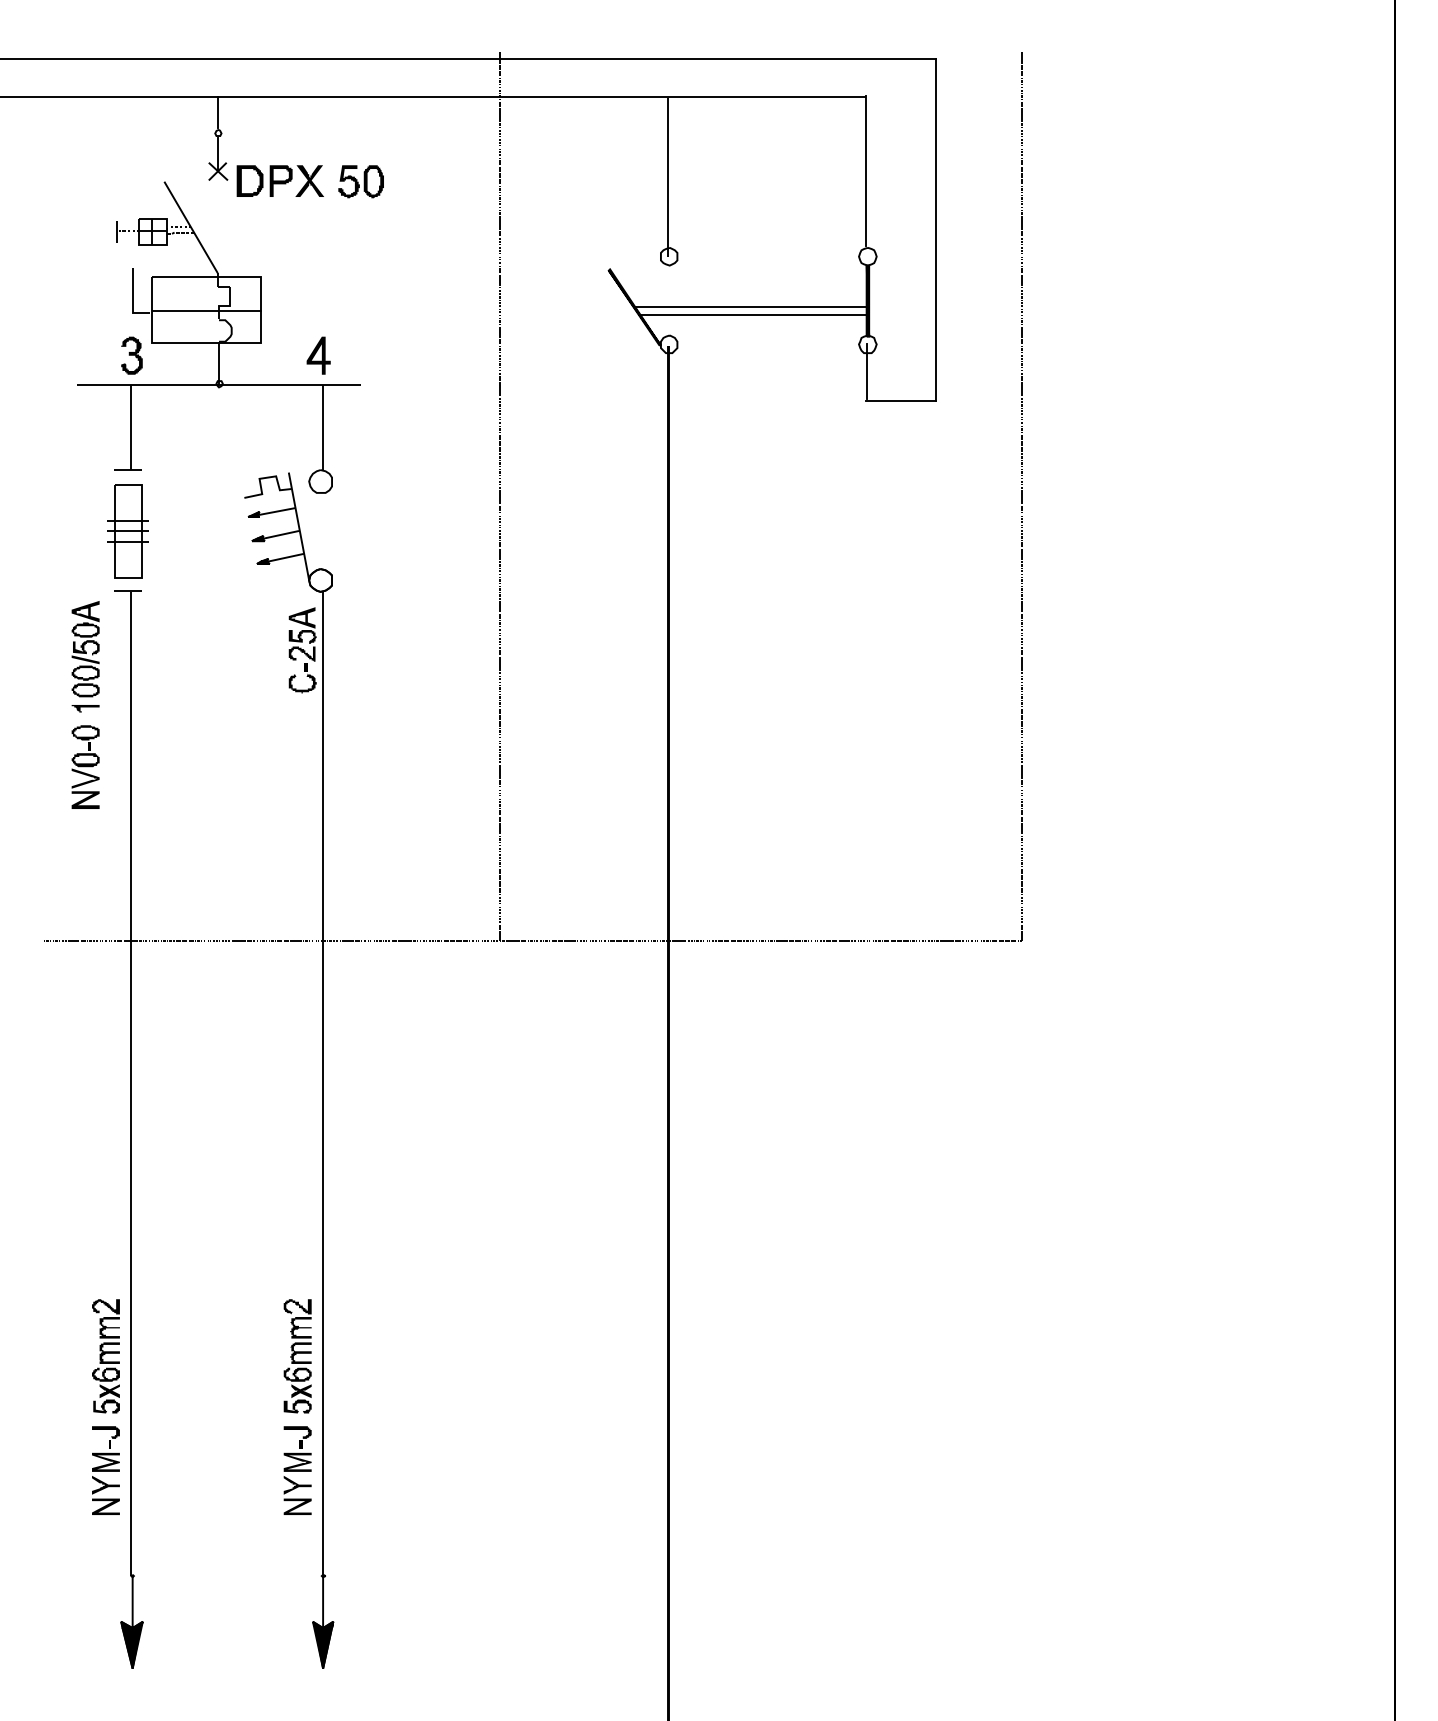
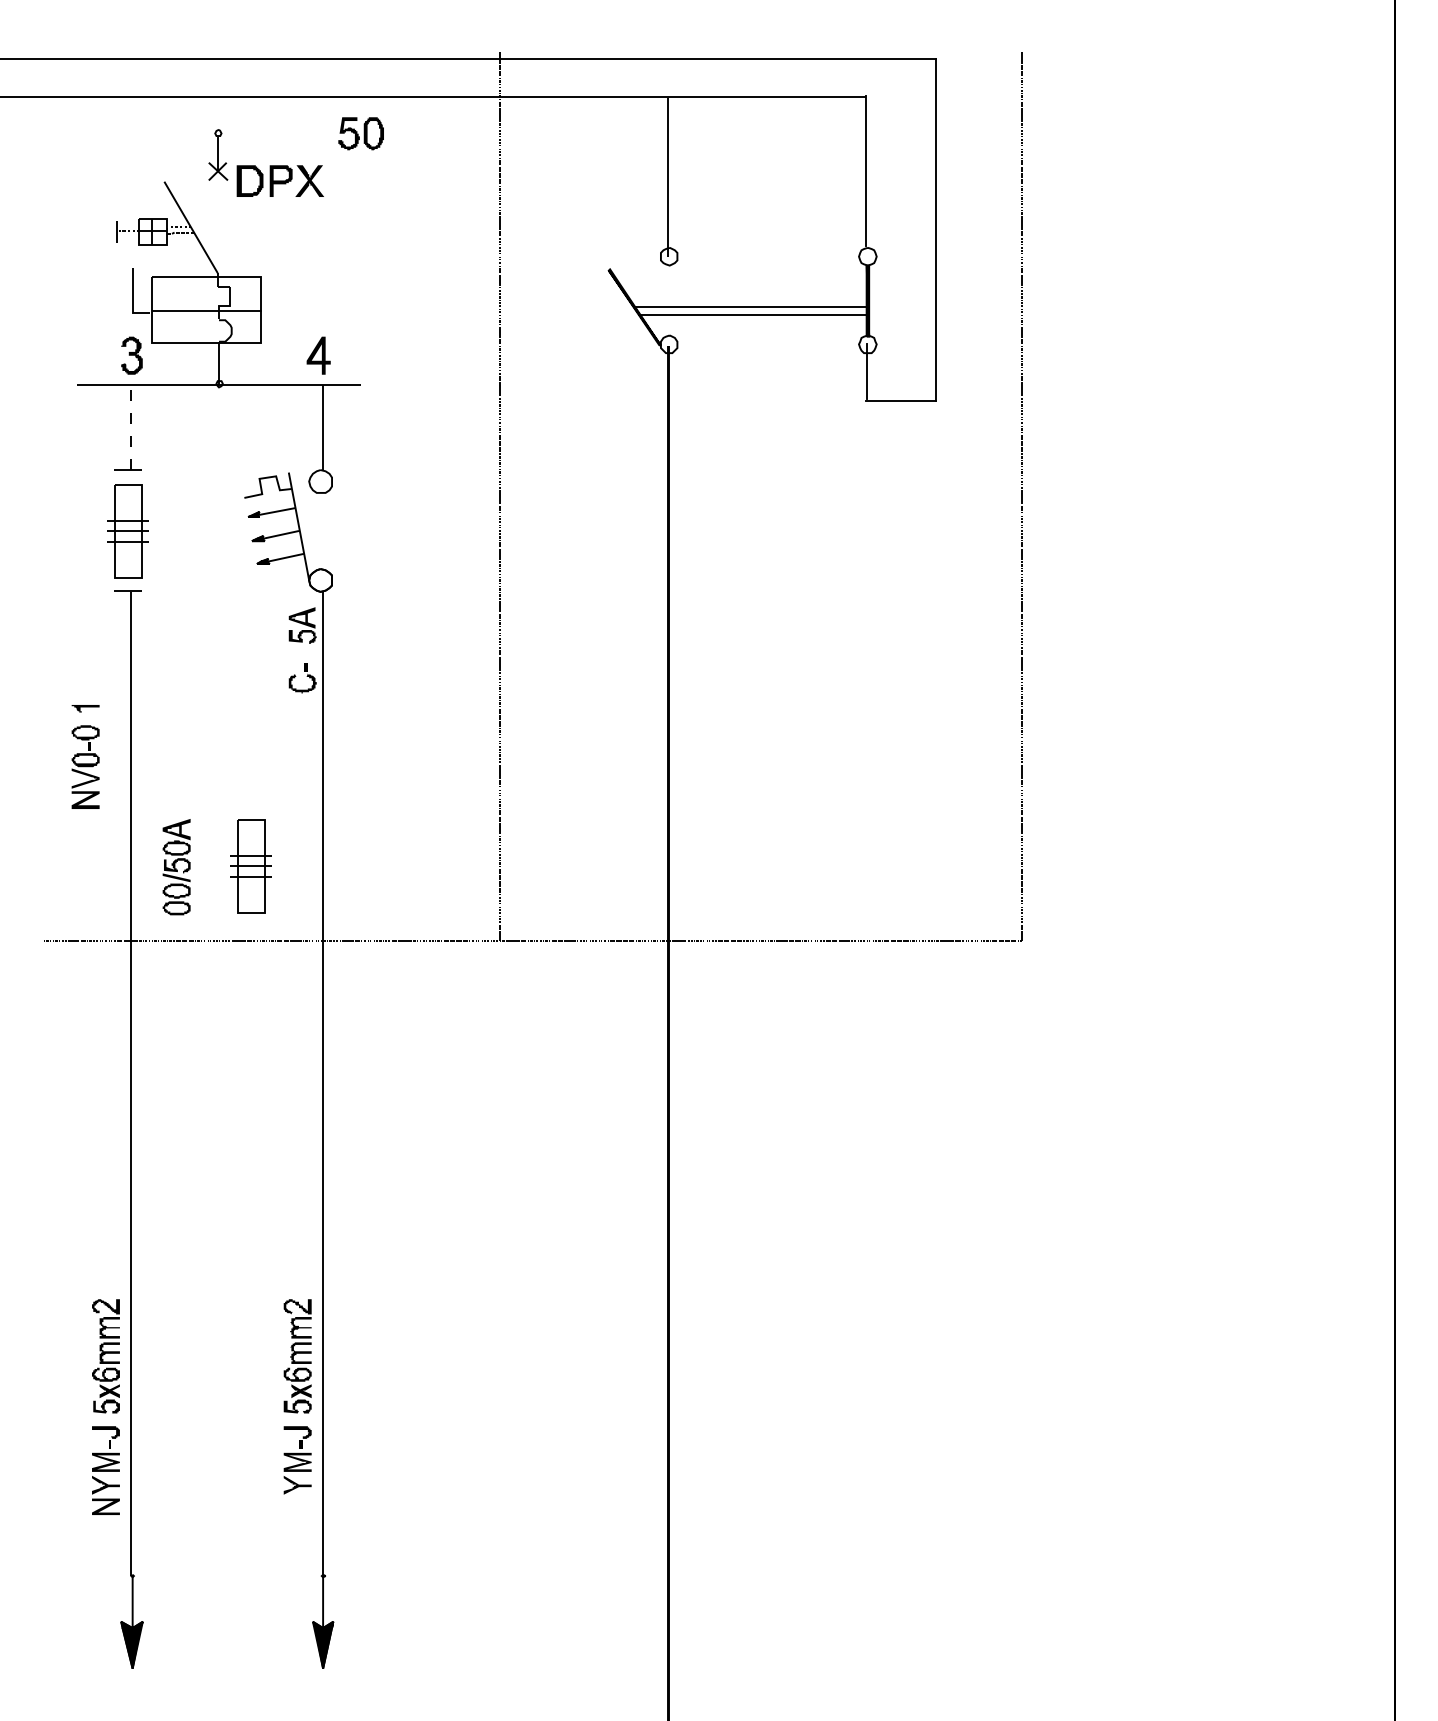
line at (218, 112): present -> none
part at (360, 181) position: (360, 181) -> (360, 133)
line at (131, 427): solid -> dashed
part at (85, 649) position: (85, 649) -> (176, 867)
fill at (301, 653): present -> none
part at (250, 866): none -> present
fill at (297, 1506): present -> none
